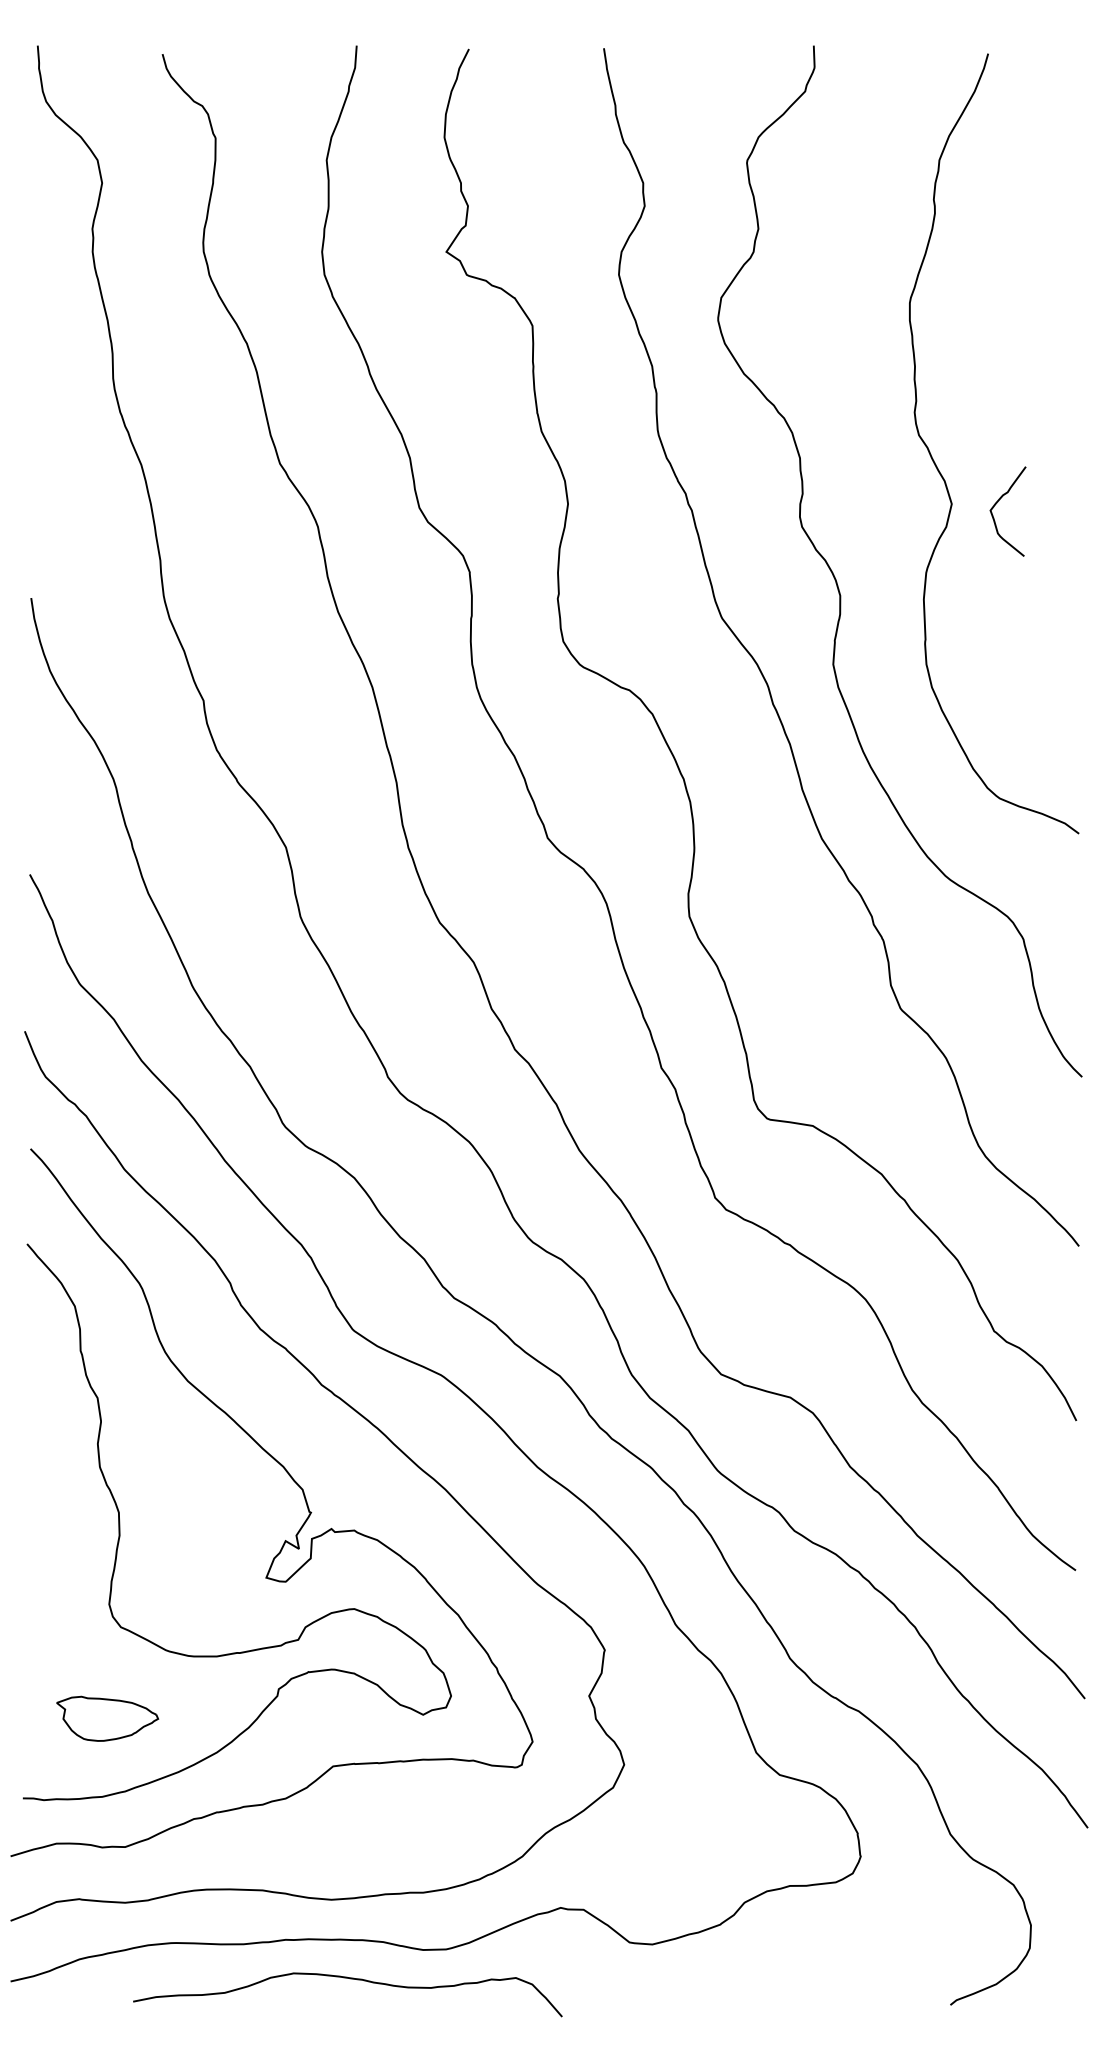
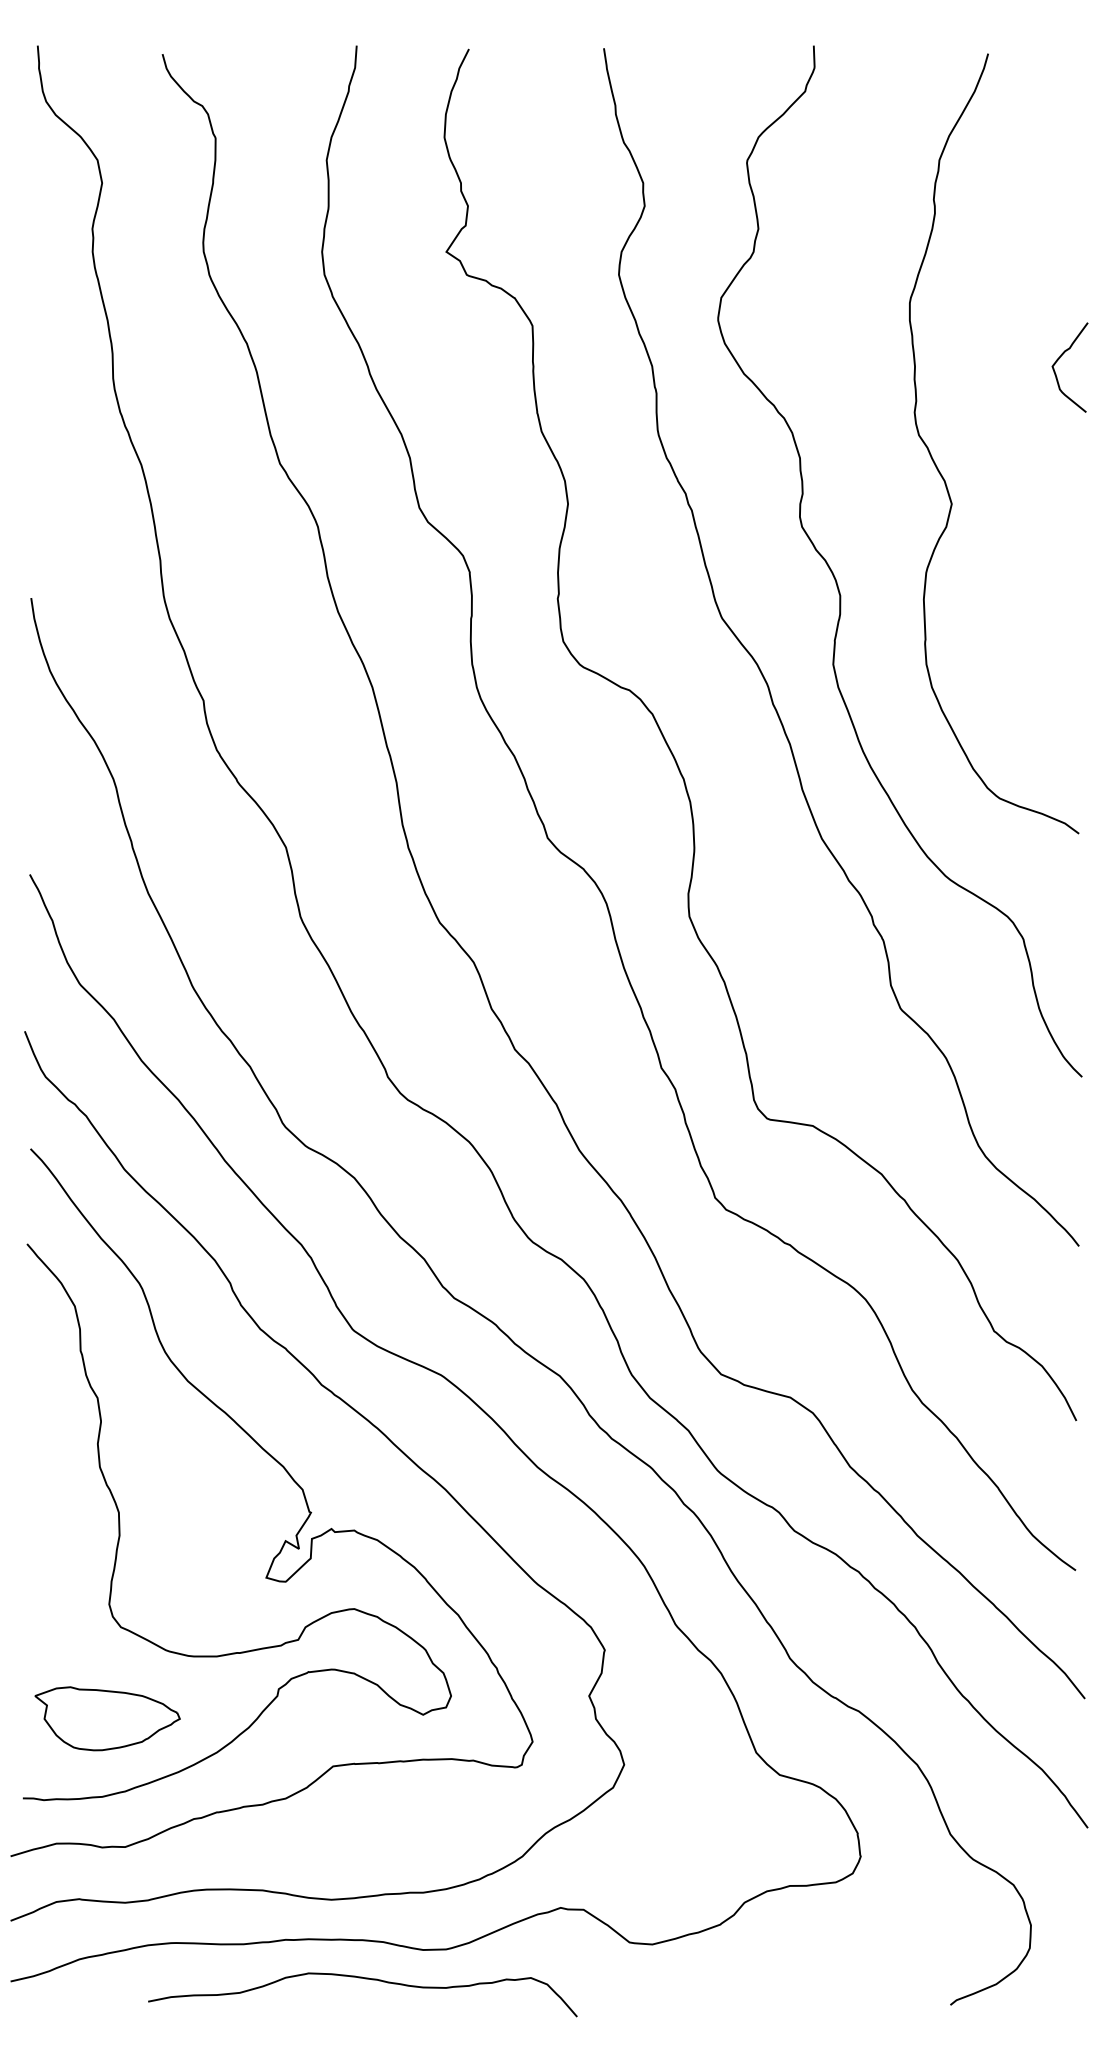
curve at (998, 502) position: (998, 502) -> (1060, 358)
part at (107, 1718) size: 104x47 px -> 147x66 px
curve at (350, 1979) position: (350, 1979) -> (365, 1979)
